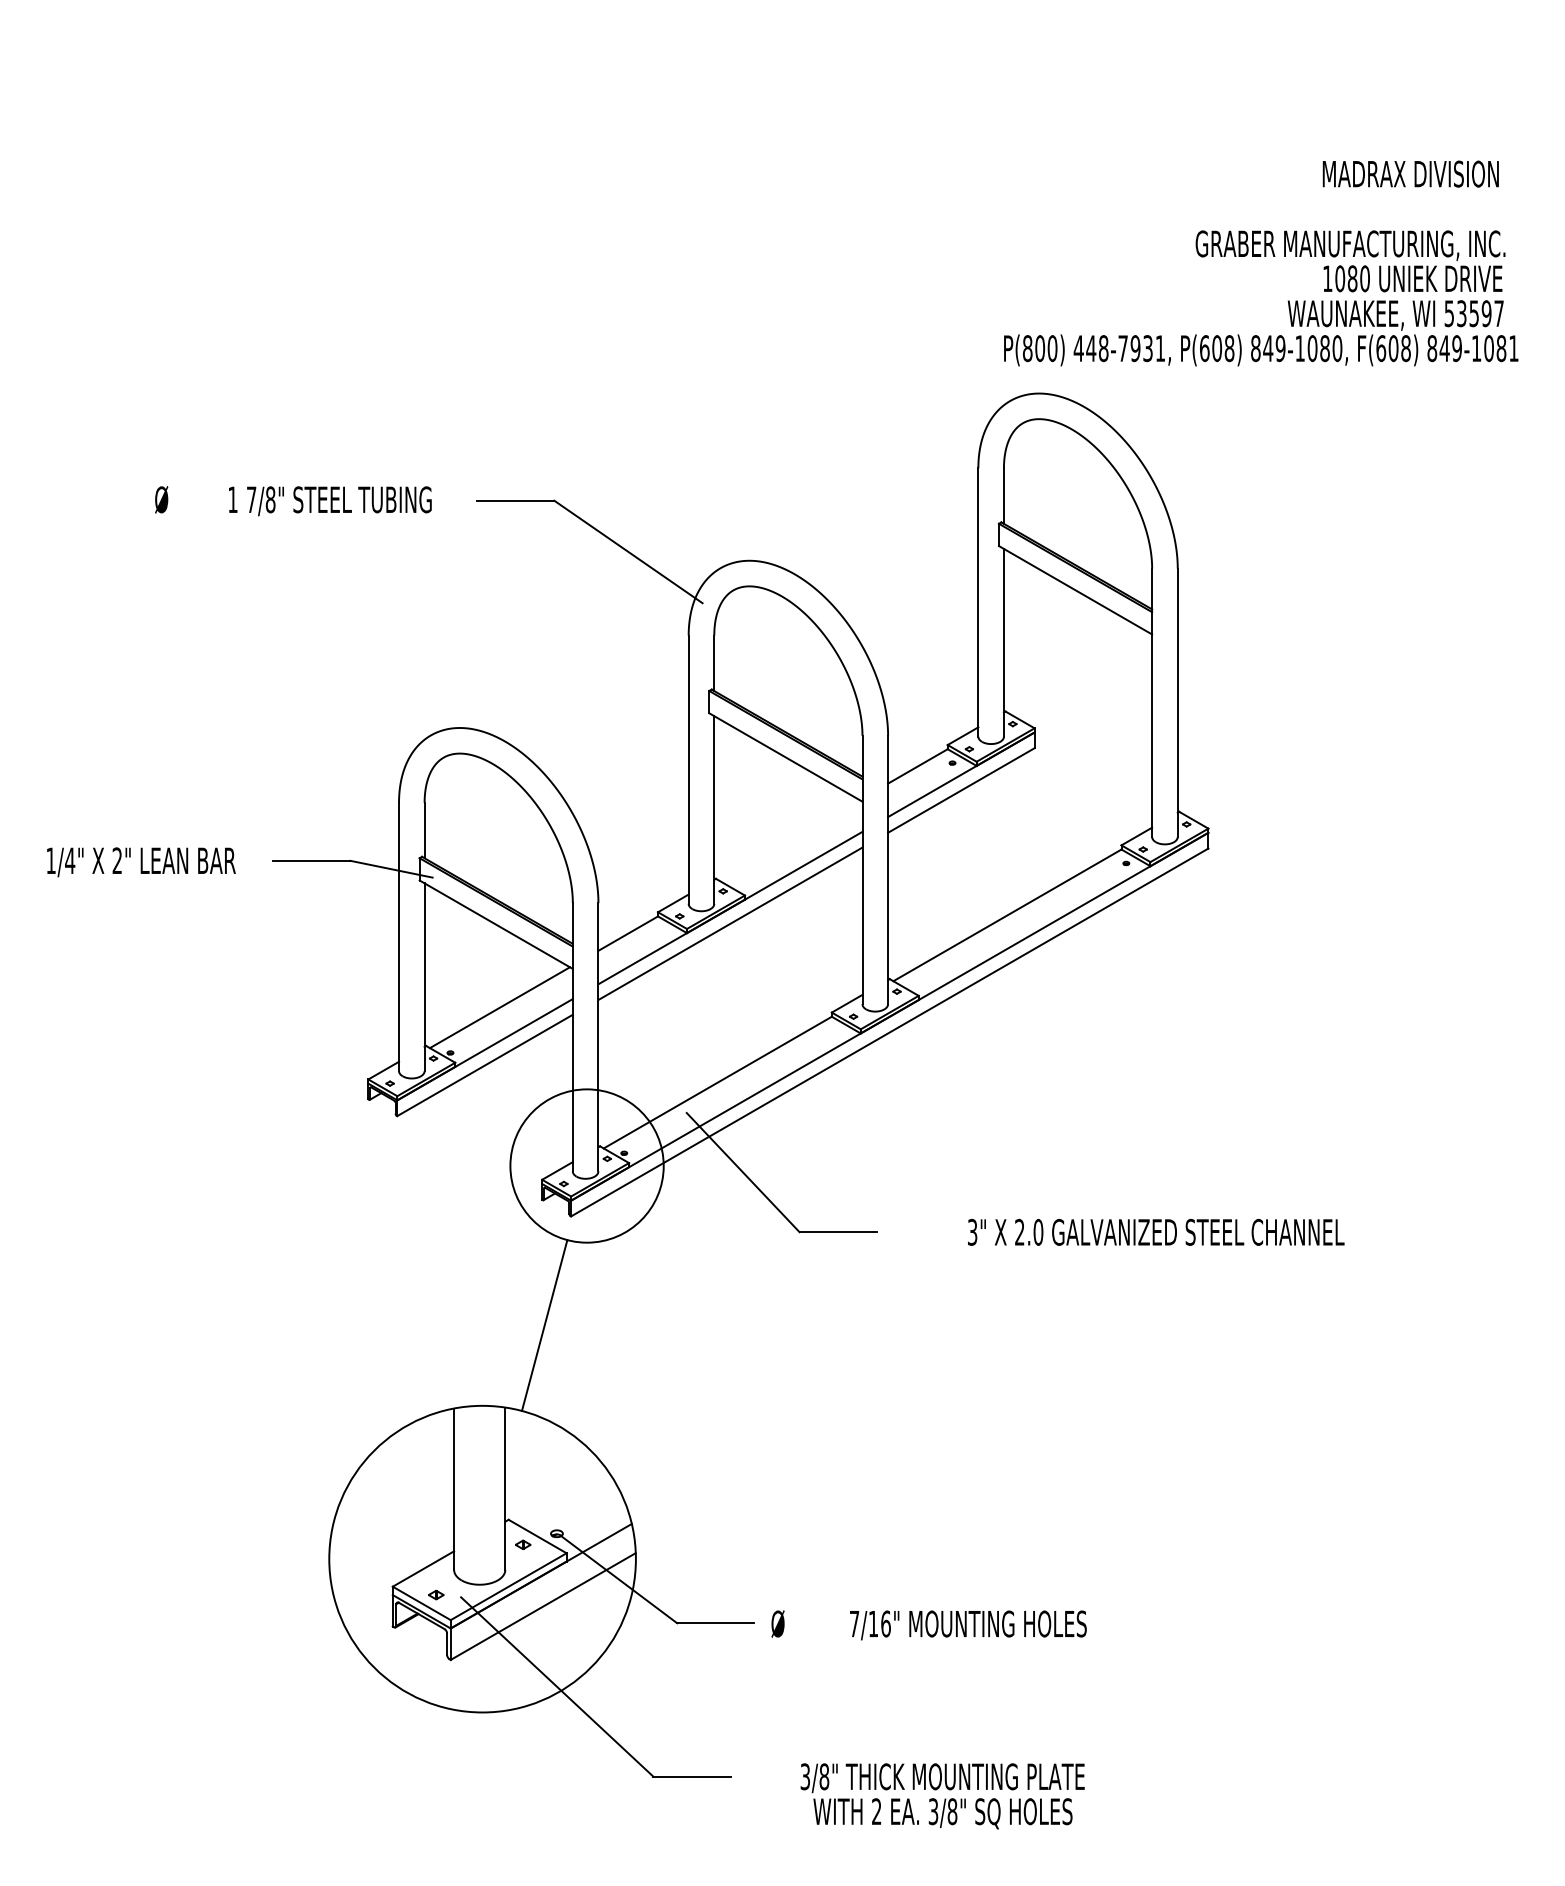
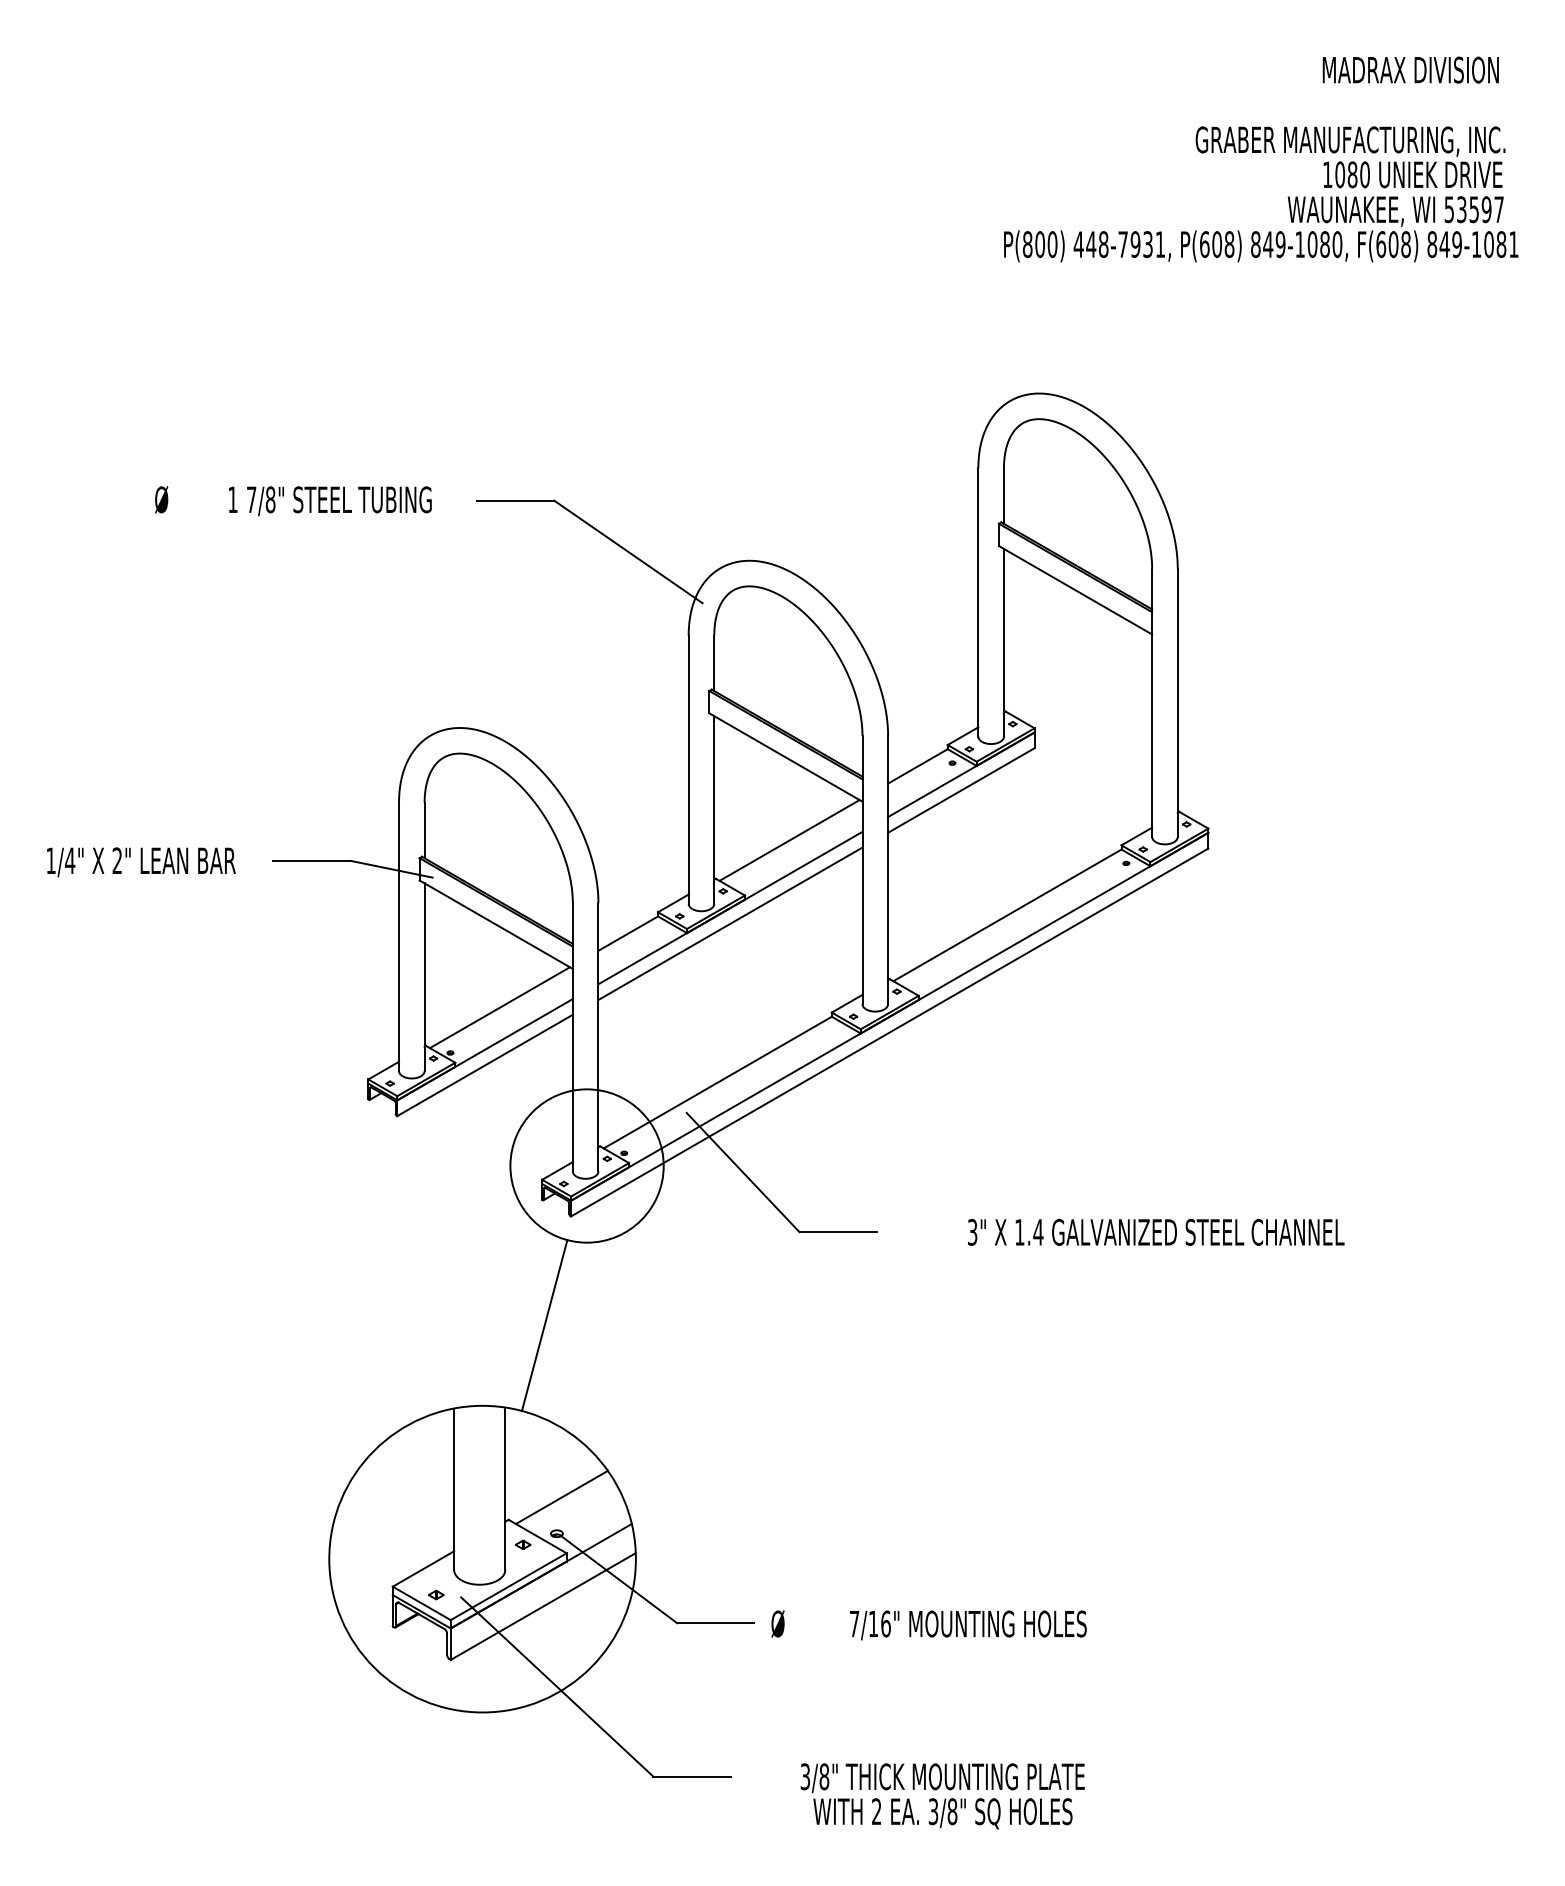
text at (1261, 263) position: (1261, 263) -> (1261, 159)
line at (789, 840): none -> present
text at (1029, 1231): 2.0 -> 1.4
line at (561, 1496): none -> present
